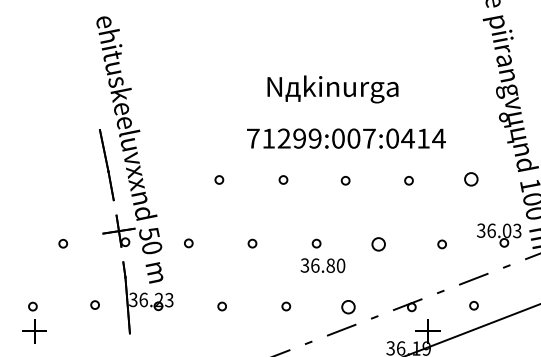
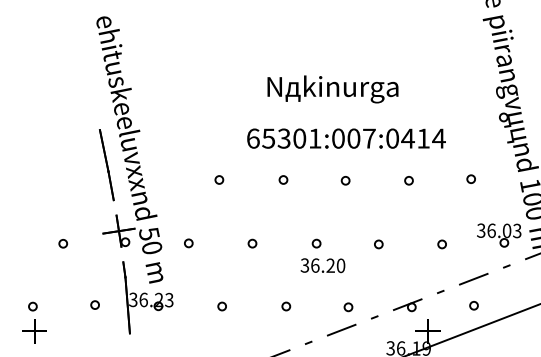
text at (284, 138): 71299:007:0414 -> 65301:007:0414
part at (471, 179) size: 15x15 px -> 10x10 px
part at (378, 244) size: 15x15 px -> 10x11 px
text at (330, 265): 36.80 -> 36.20
part at (348, 307) size: 15x15 px -> 11x11 px
